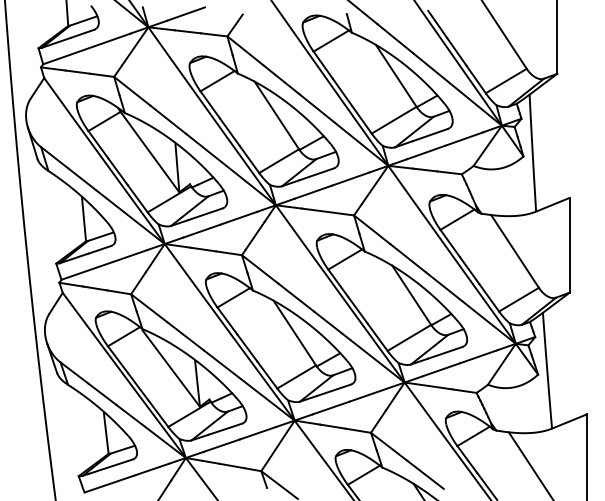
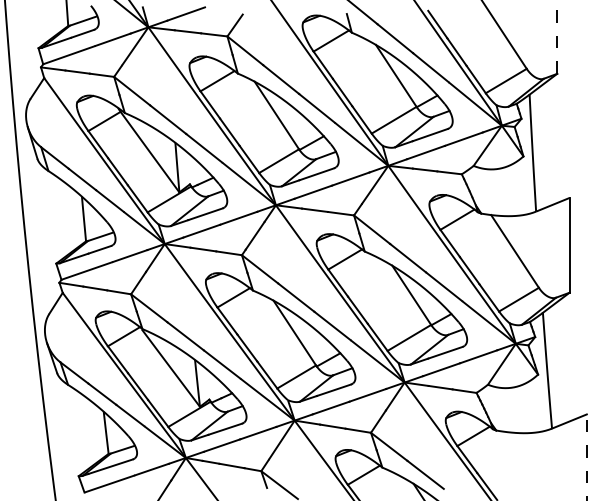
line at (557, 37): solid -> dashed
line at (586, 457): solid -> dashed
line at (529, 464): present -> none
